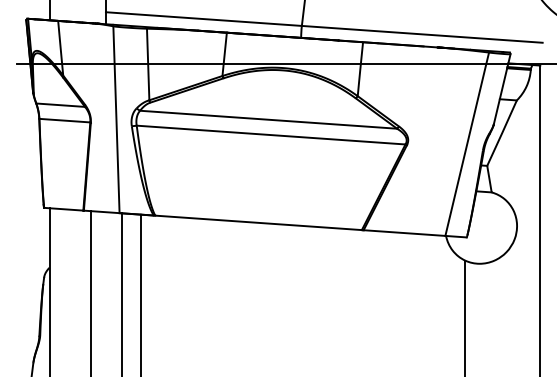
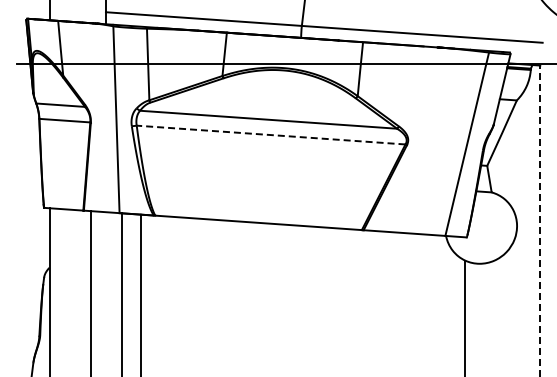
line at (271, 135): solid -> dashed
line at (540, 221): solid -> dashed
